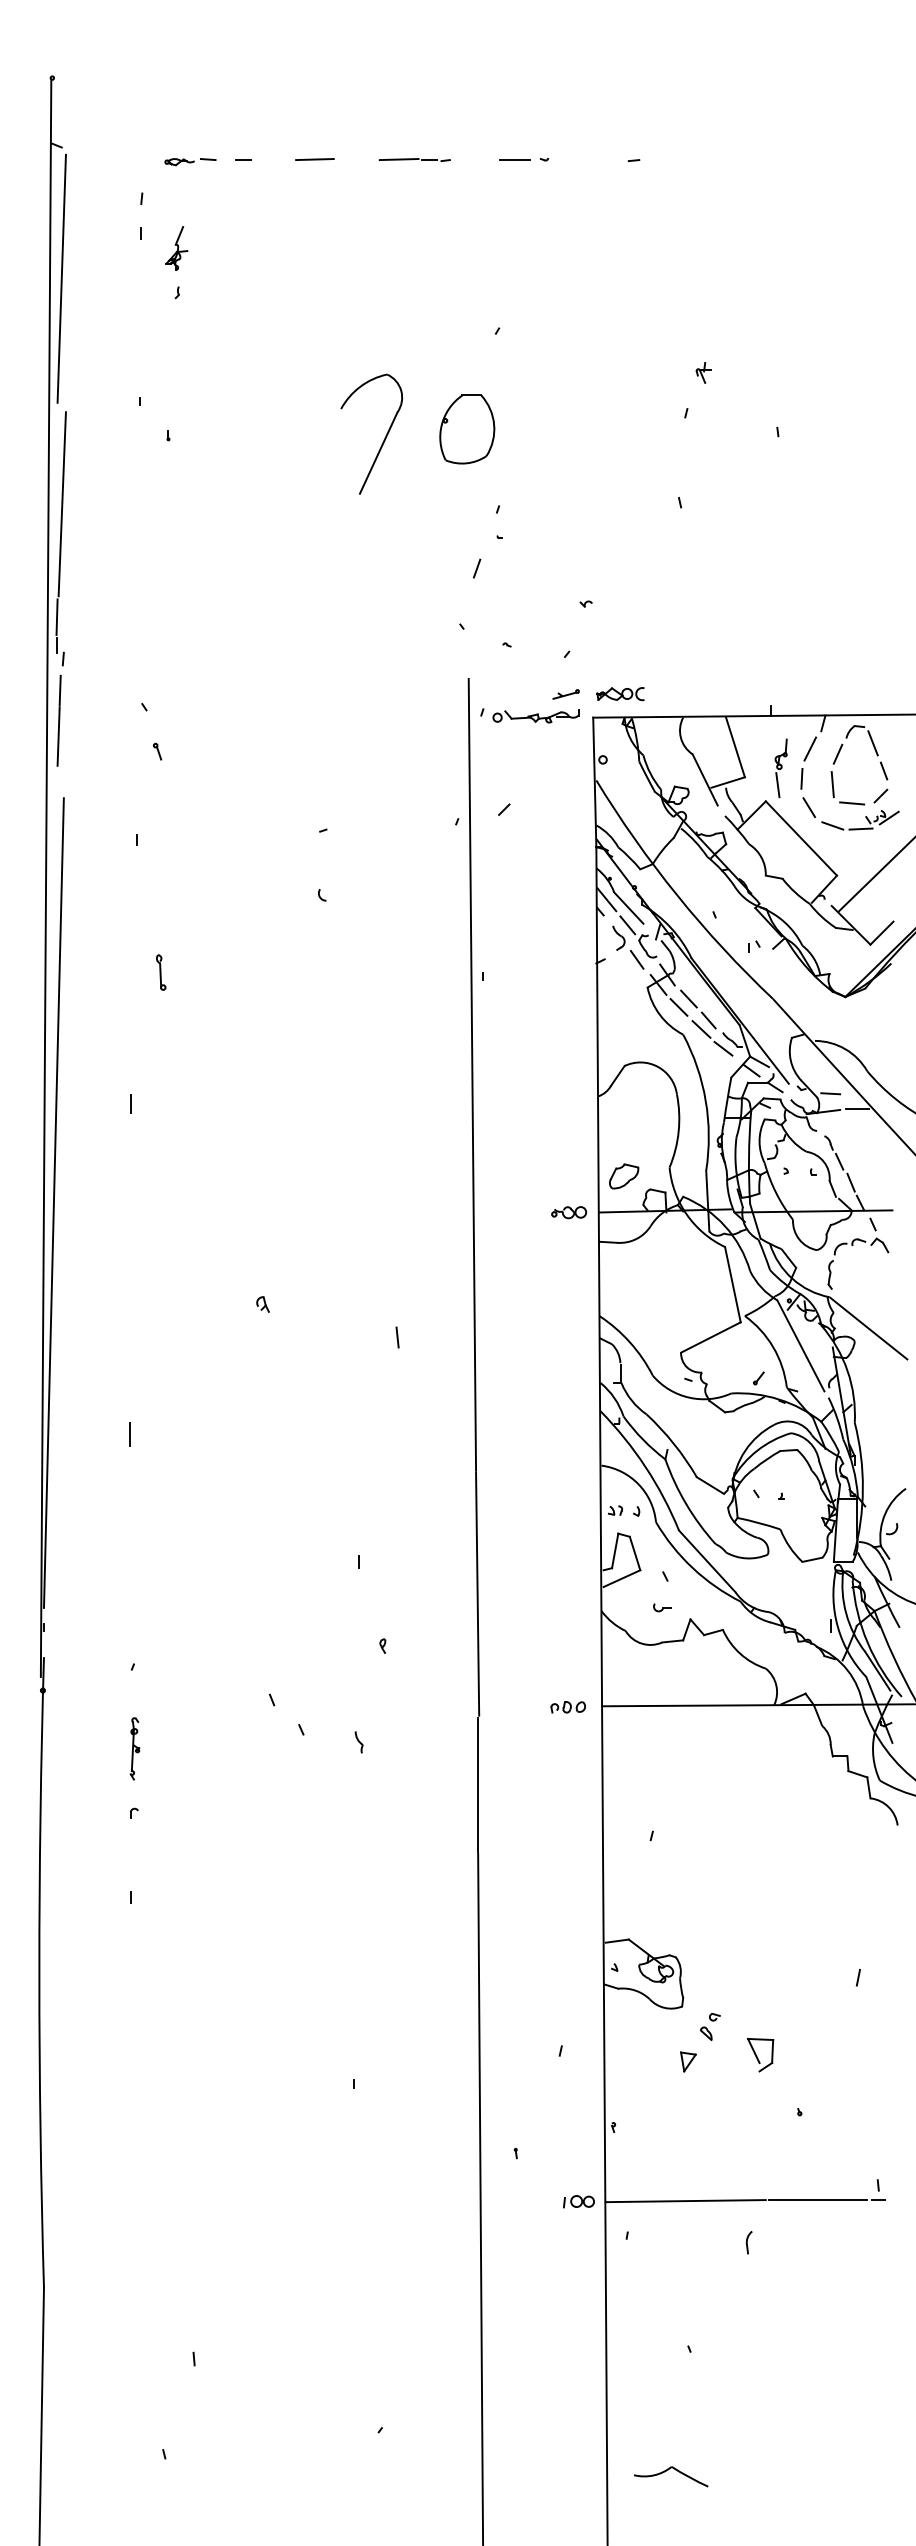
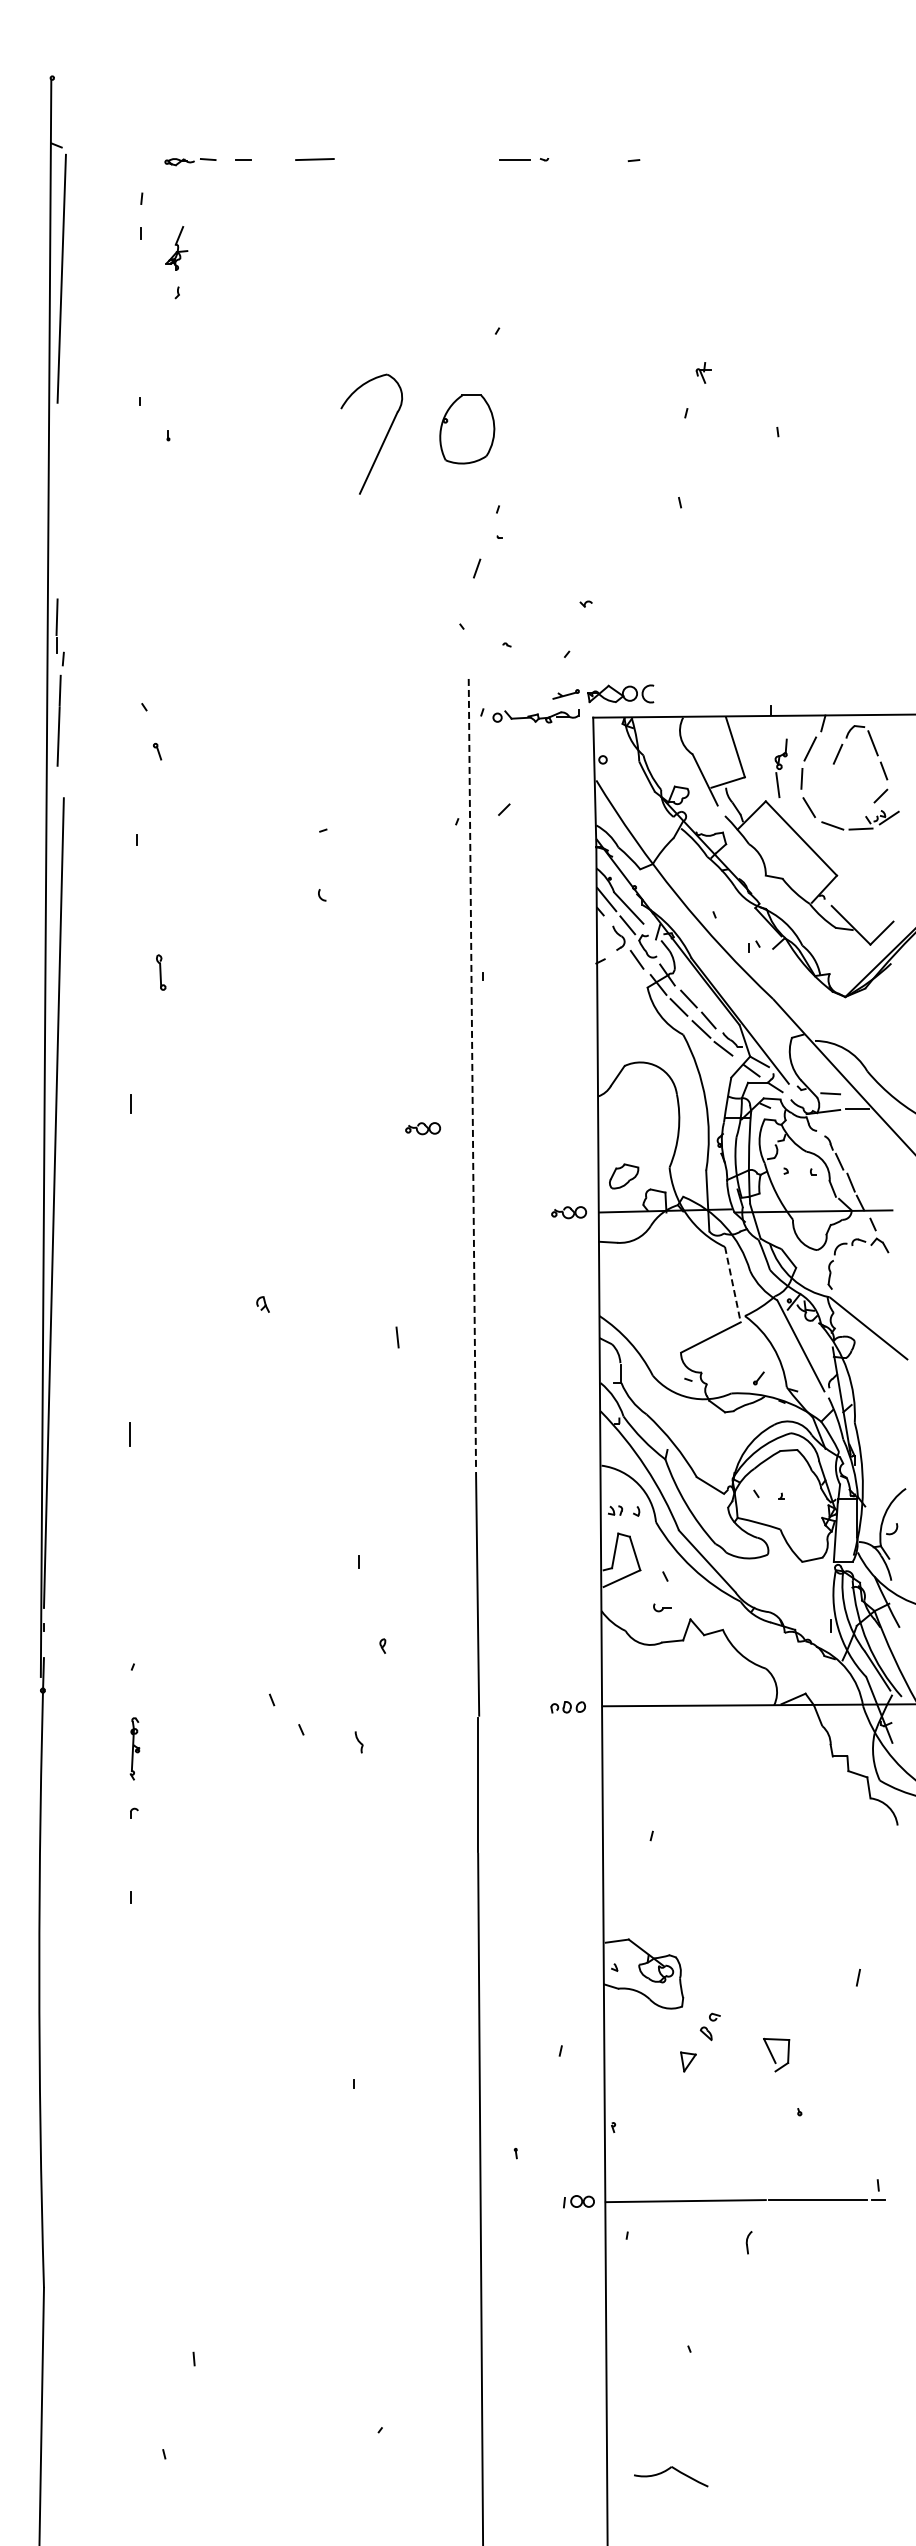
line at (414, 159): present -> none
line at (61, 504): present -> none
part at (620, 694) size: 49x15 px -> 68x20 px
line at (832, 784): present -> none
line at (852, 803): present -> none
line at (875, 875): present -> none
line at (472, 1074): solid -> dashed
part at (423, 1128): none -> present
line at (732, 1285): solid -> dashed
part at (760, 2054) position: (760, 2054) -> (776, 2054)
